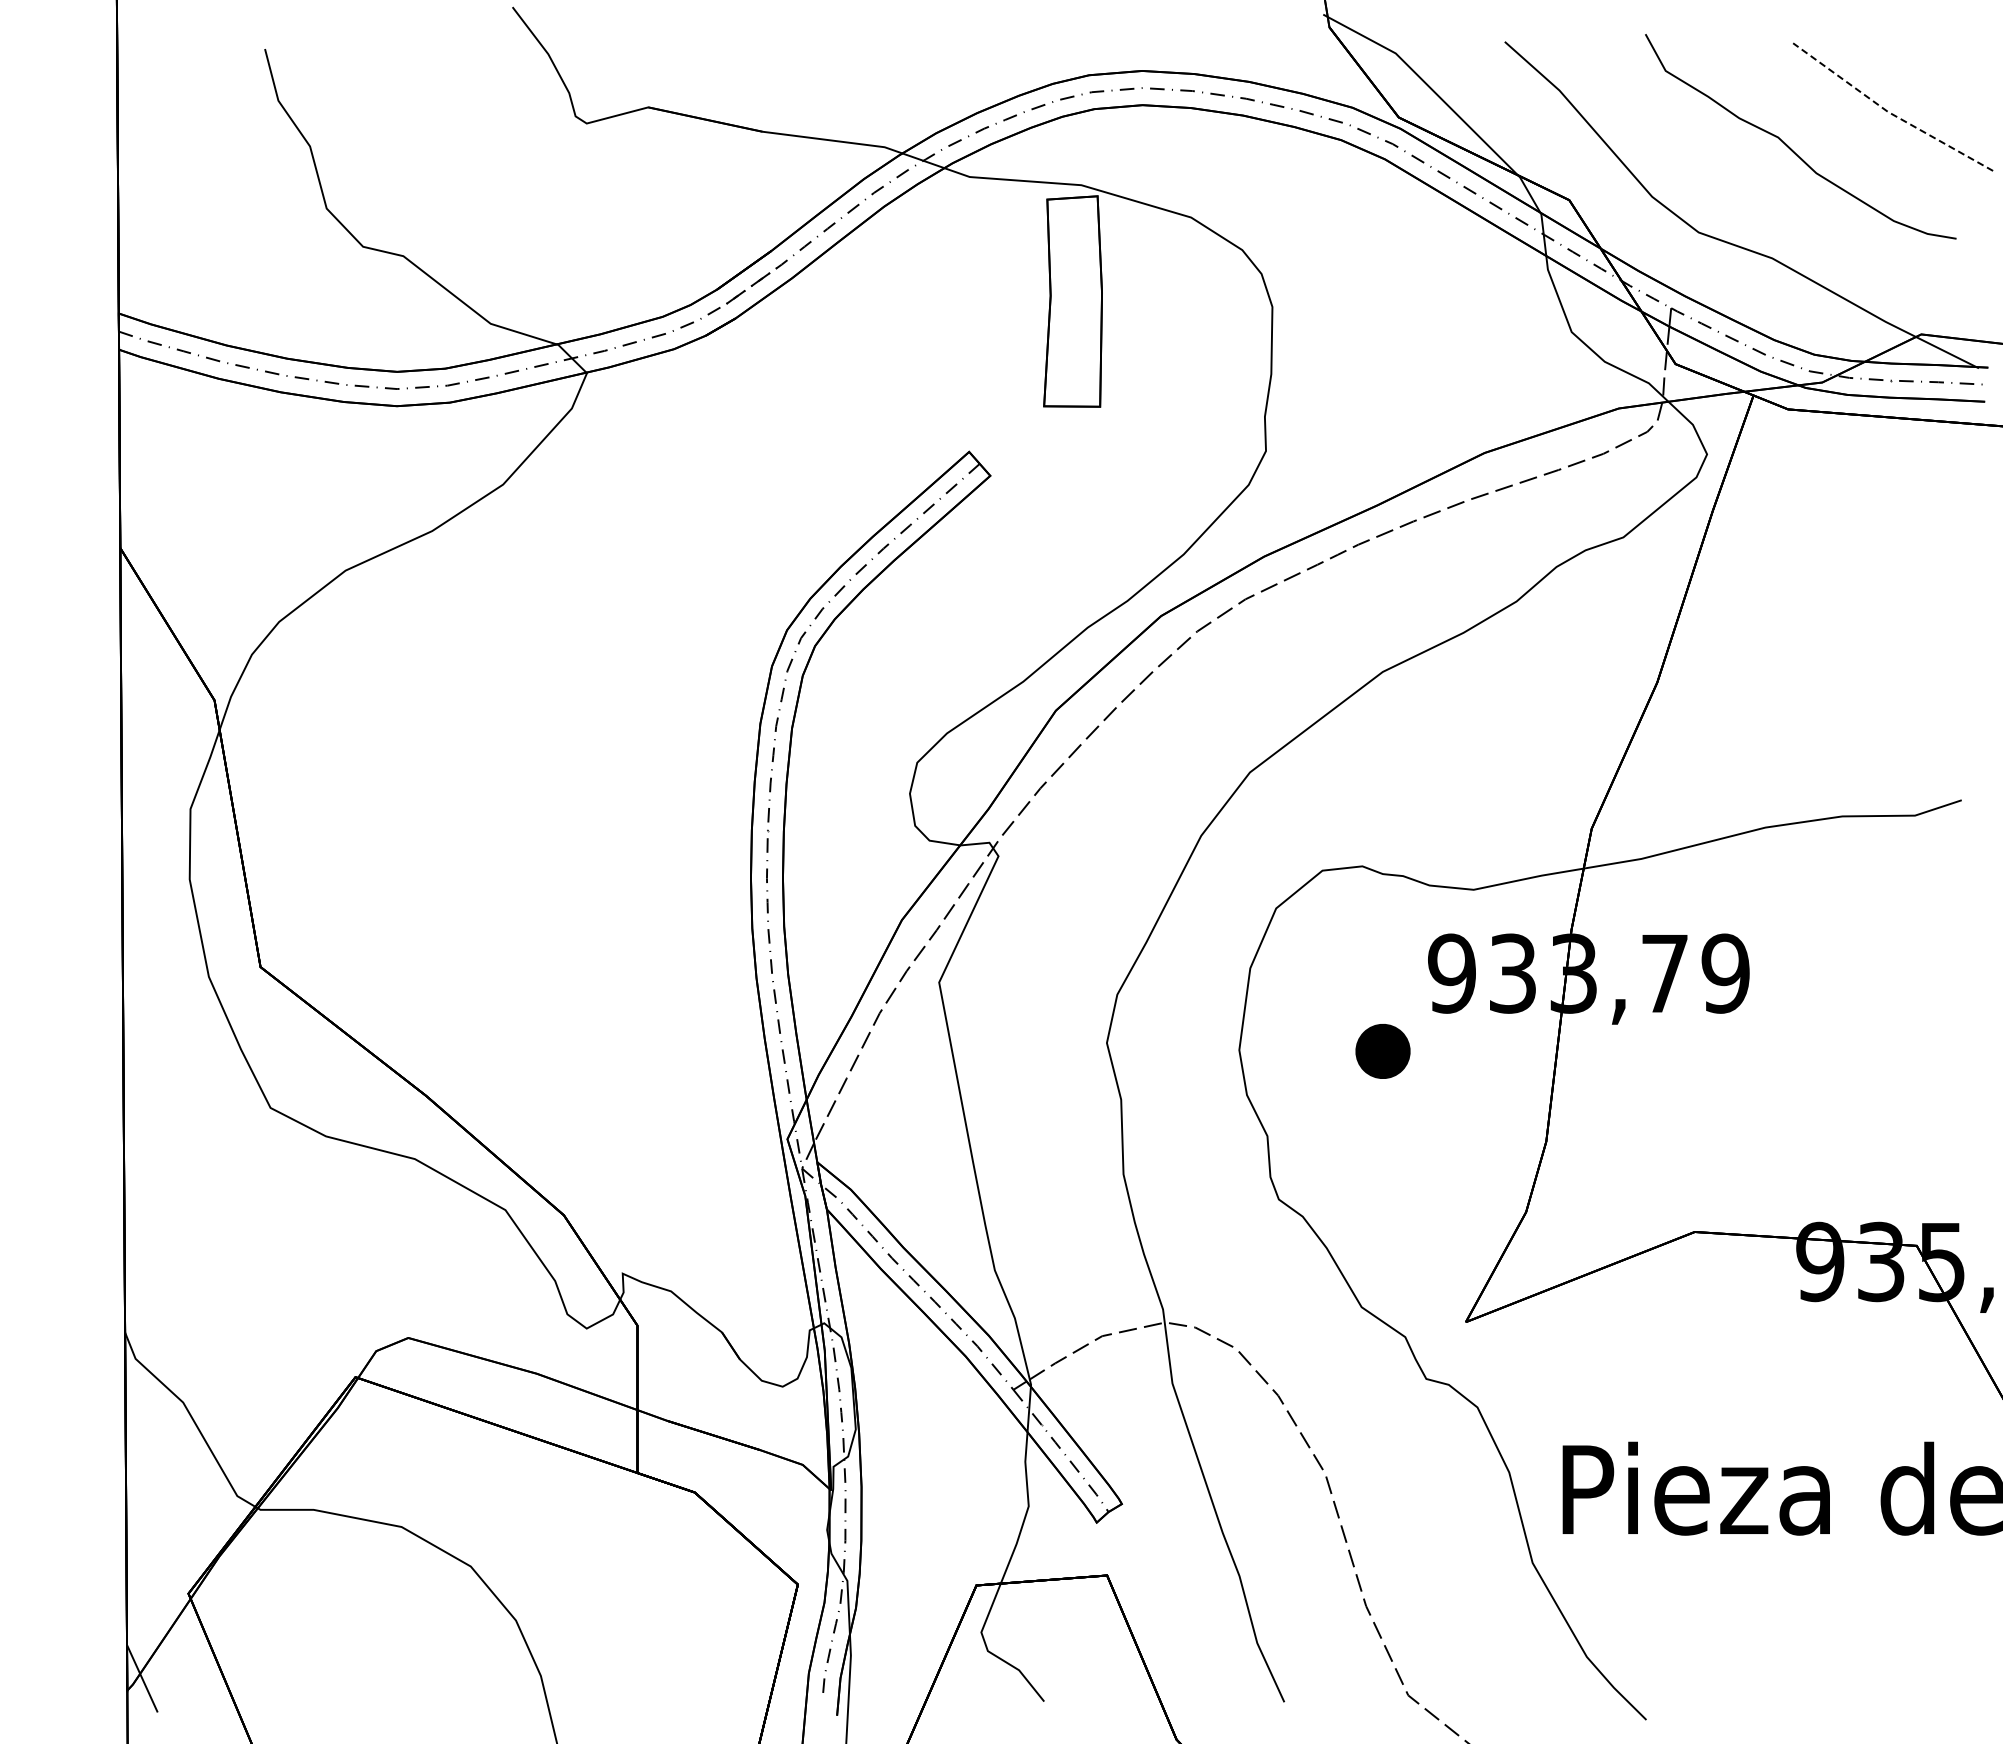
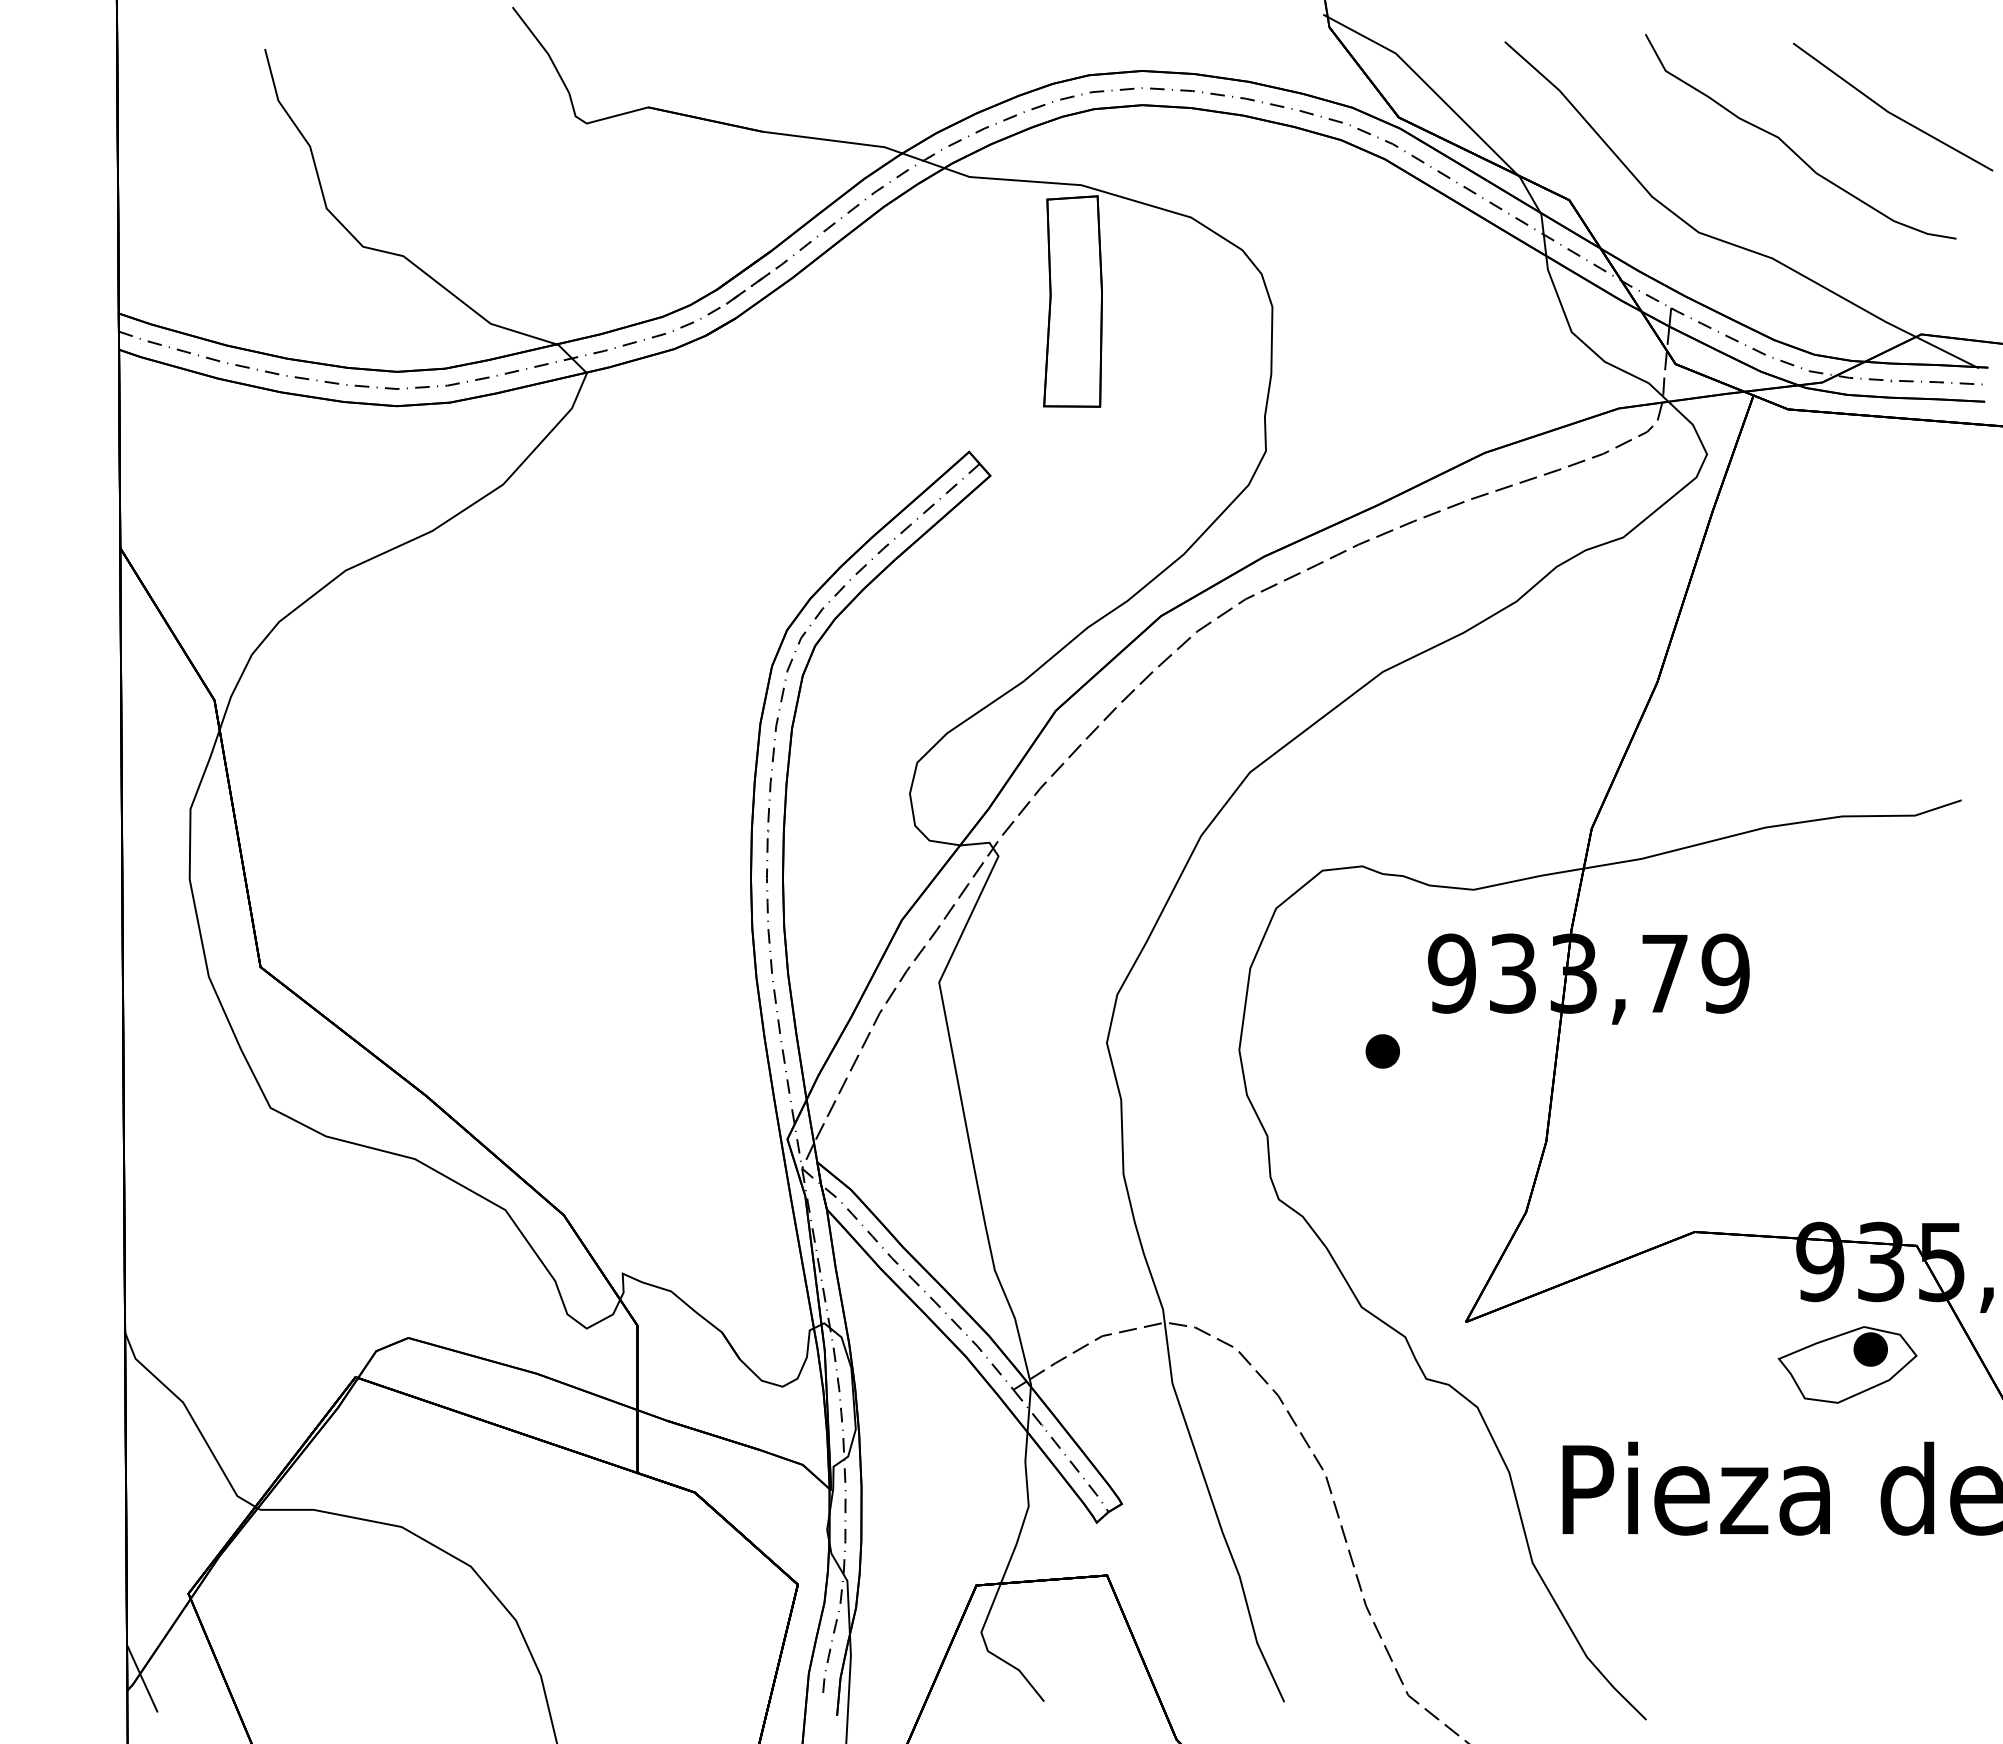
line at (1888, 112): dashed -> solid
part at (1382, 1051) size: 56x55 px -> 35x35 px
part at (1847, 1364): none -> present
